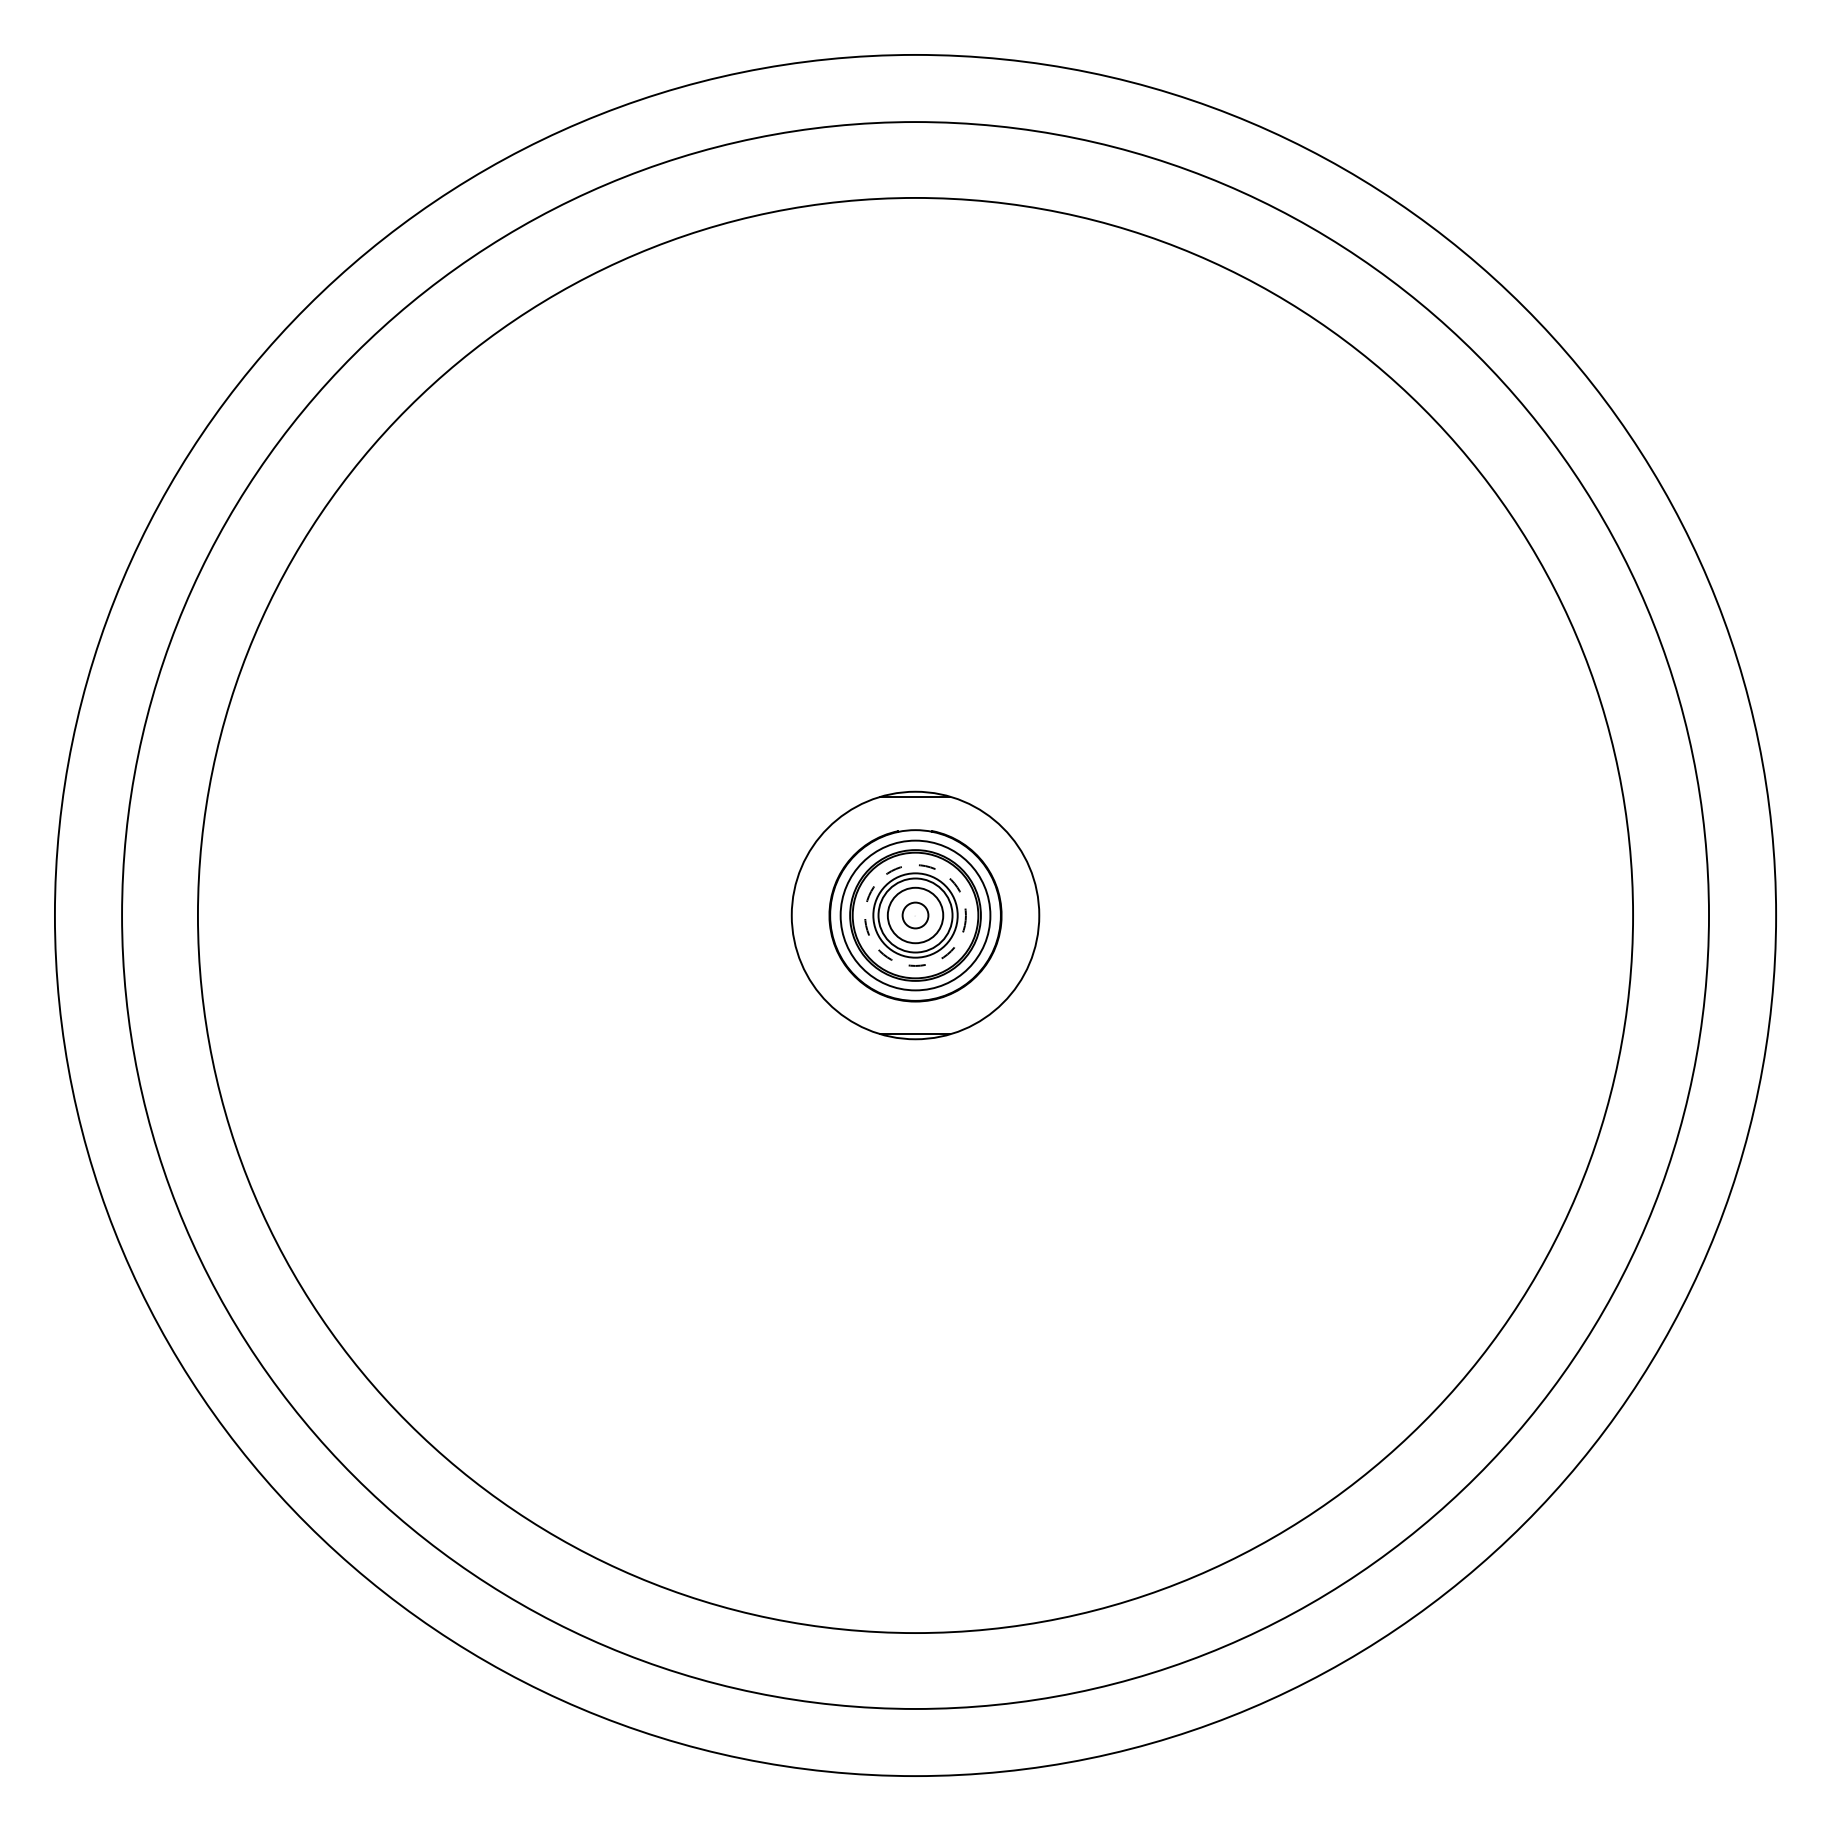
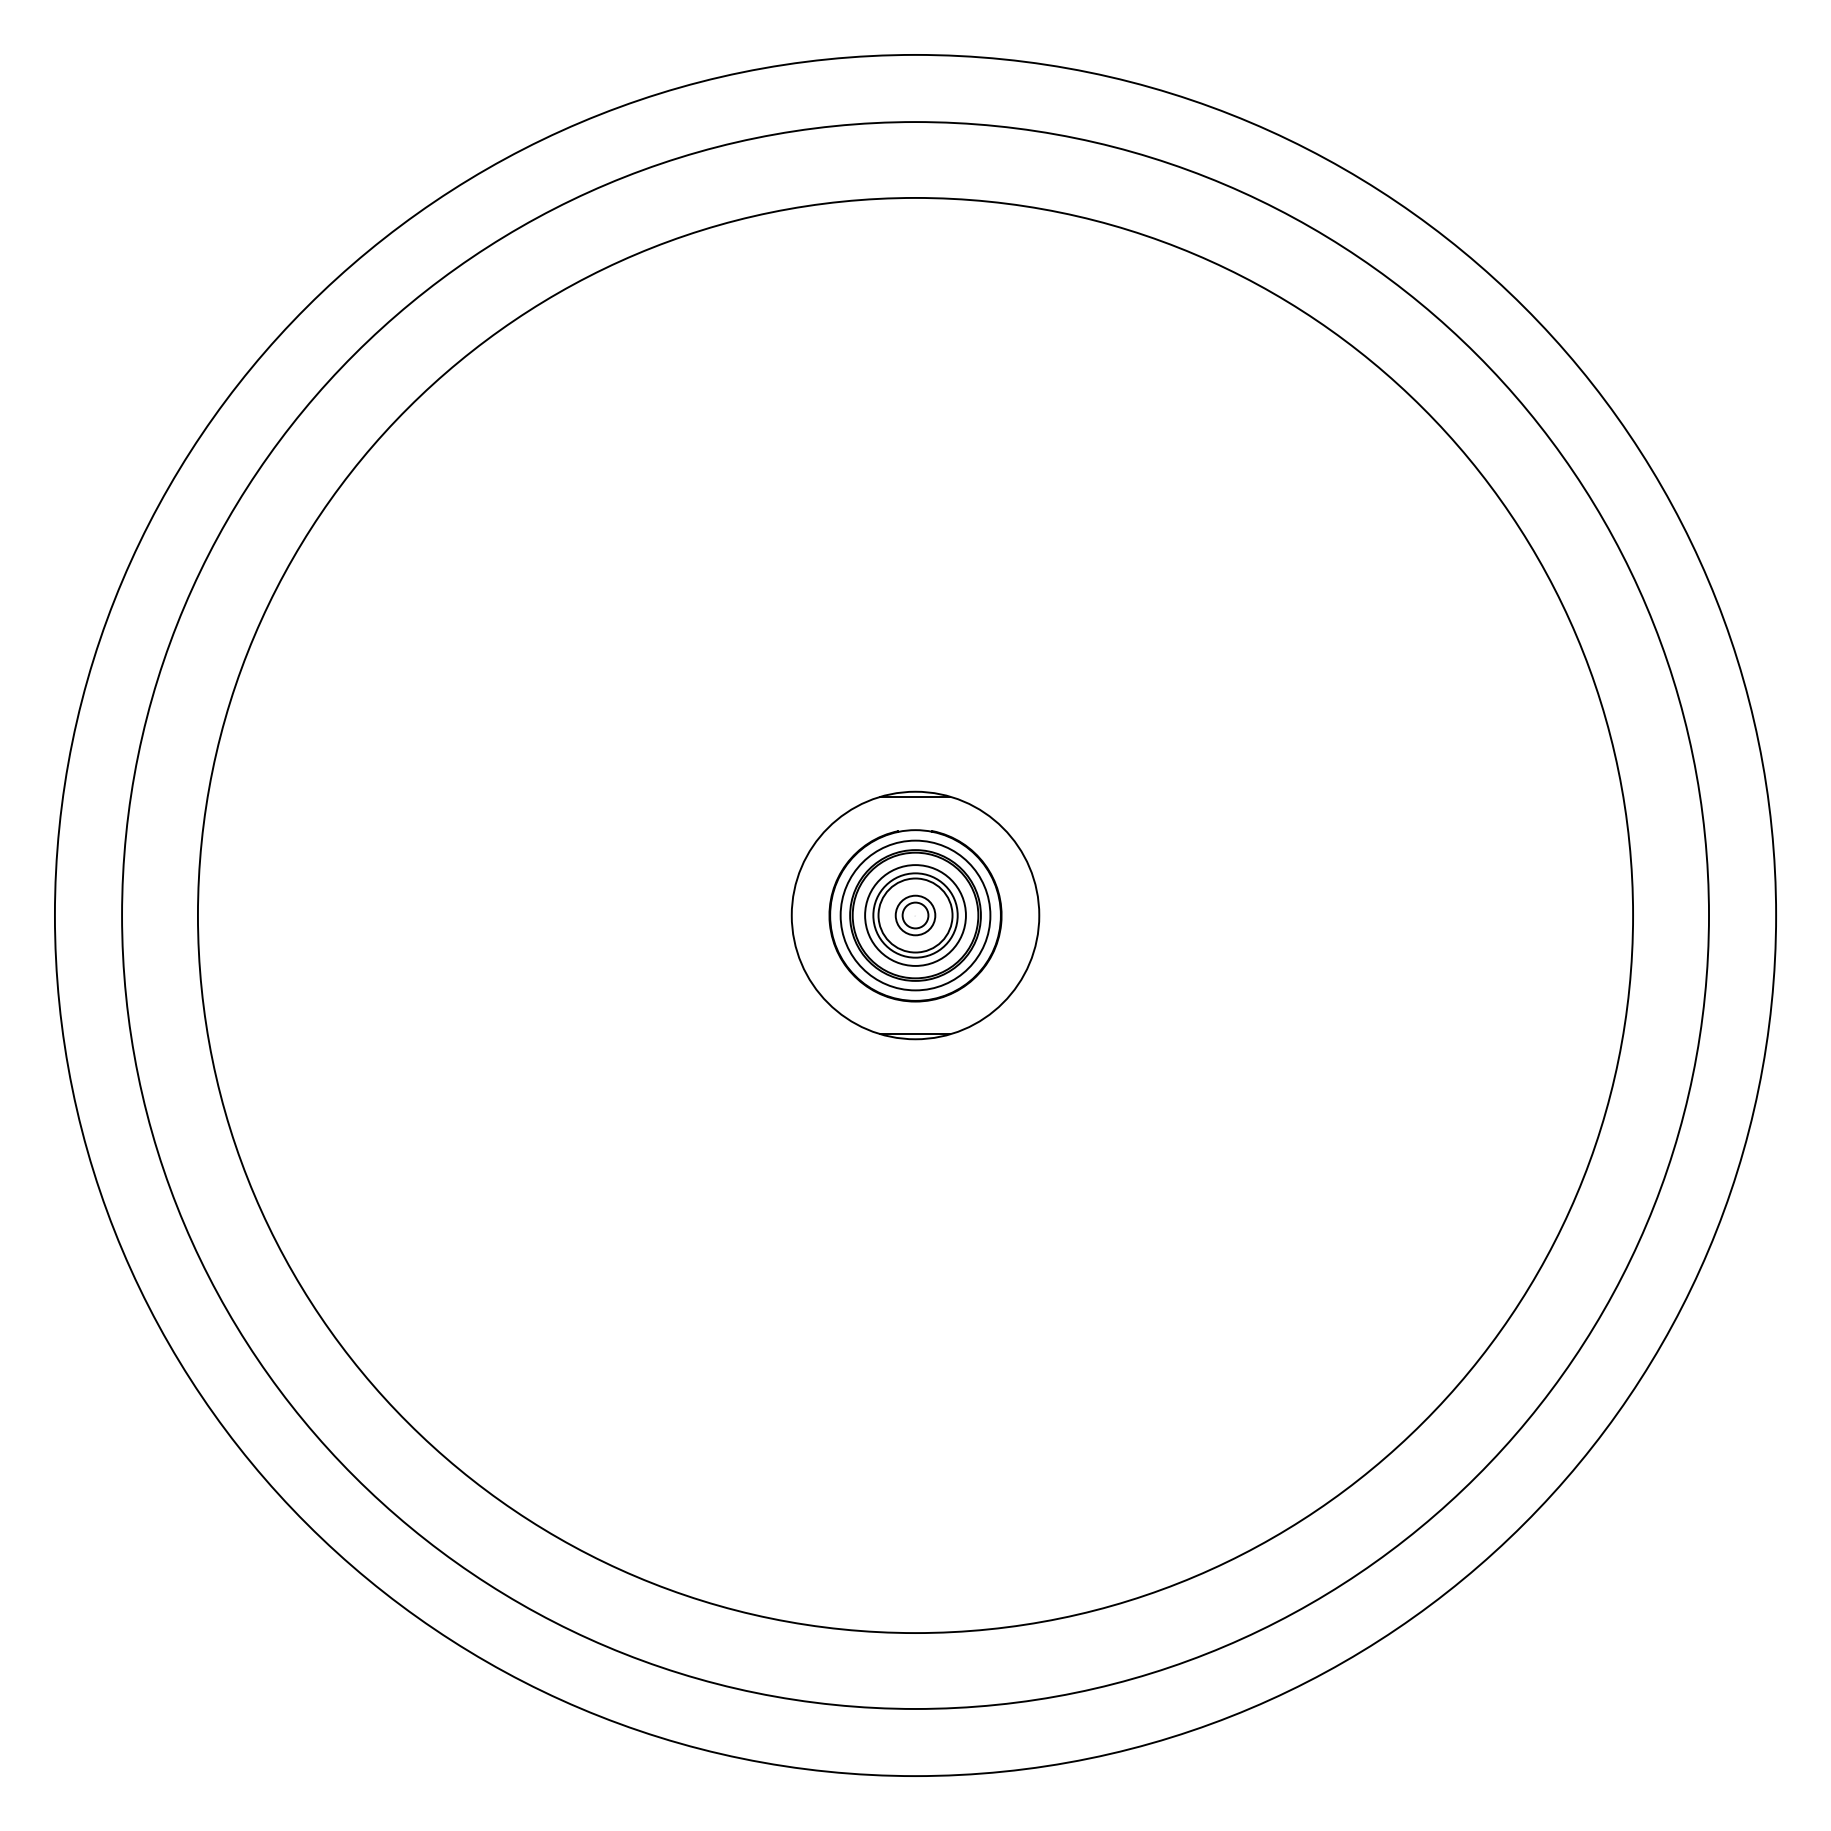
circle at (915, 915) diameter: 55 px -> 40 px
circle at (915, 915): dashed -> solid
